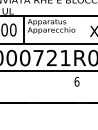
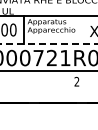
line at (49, 43): solid -> dashed
text at (76, 81): 6 -> 2
